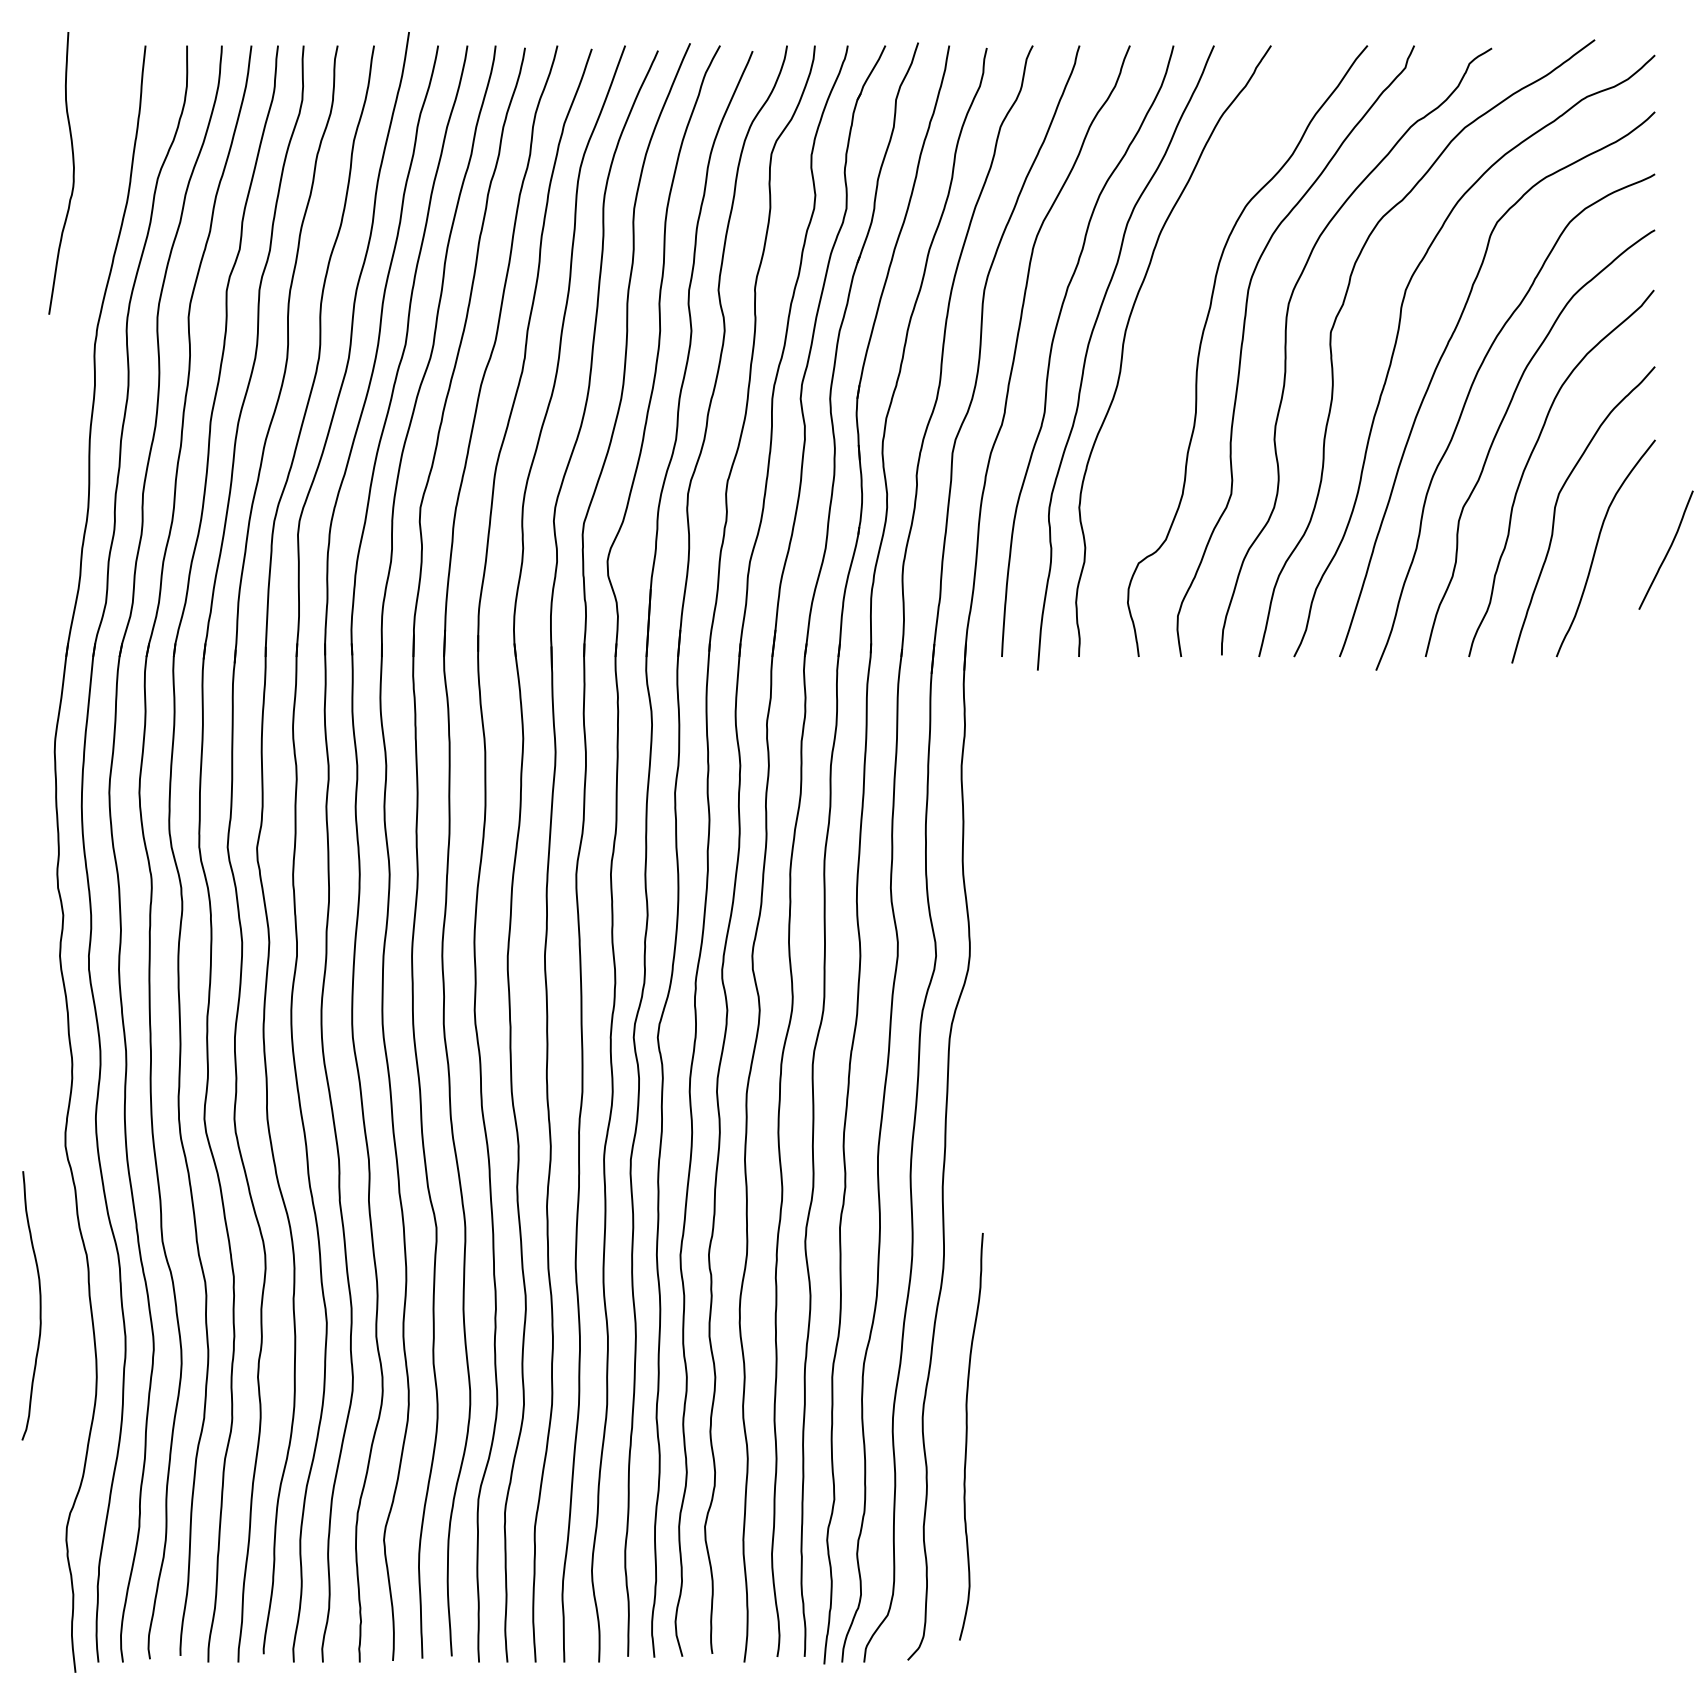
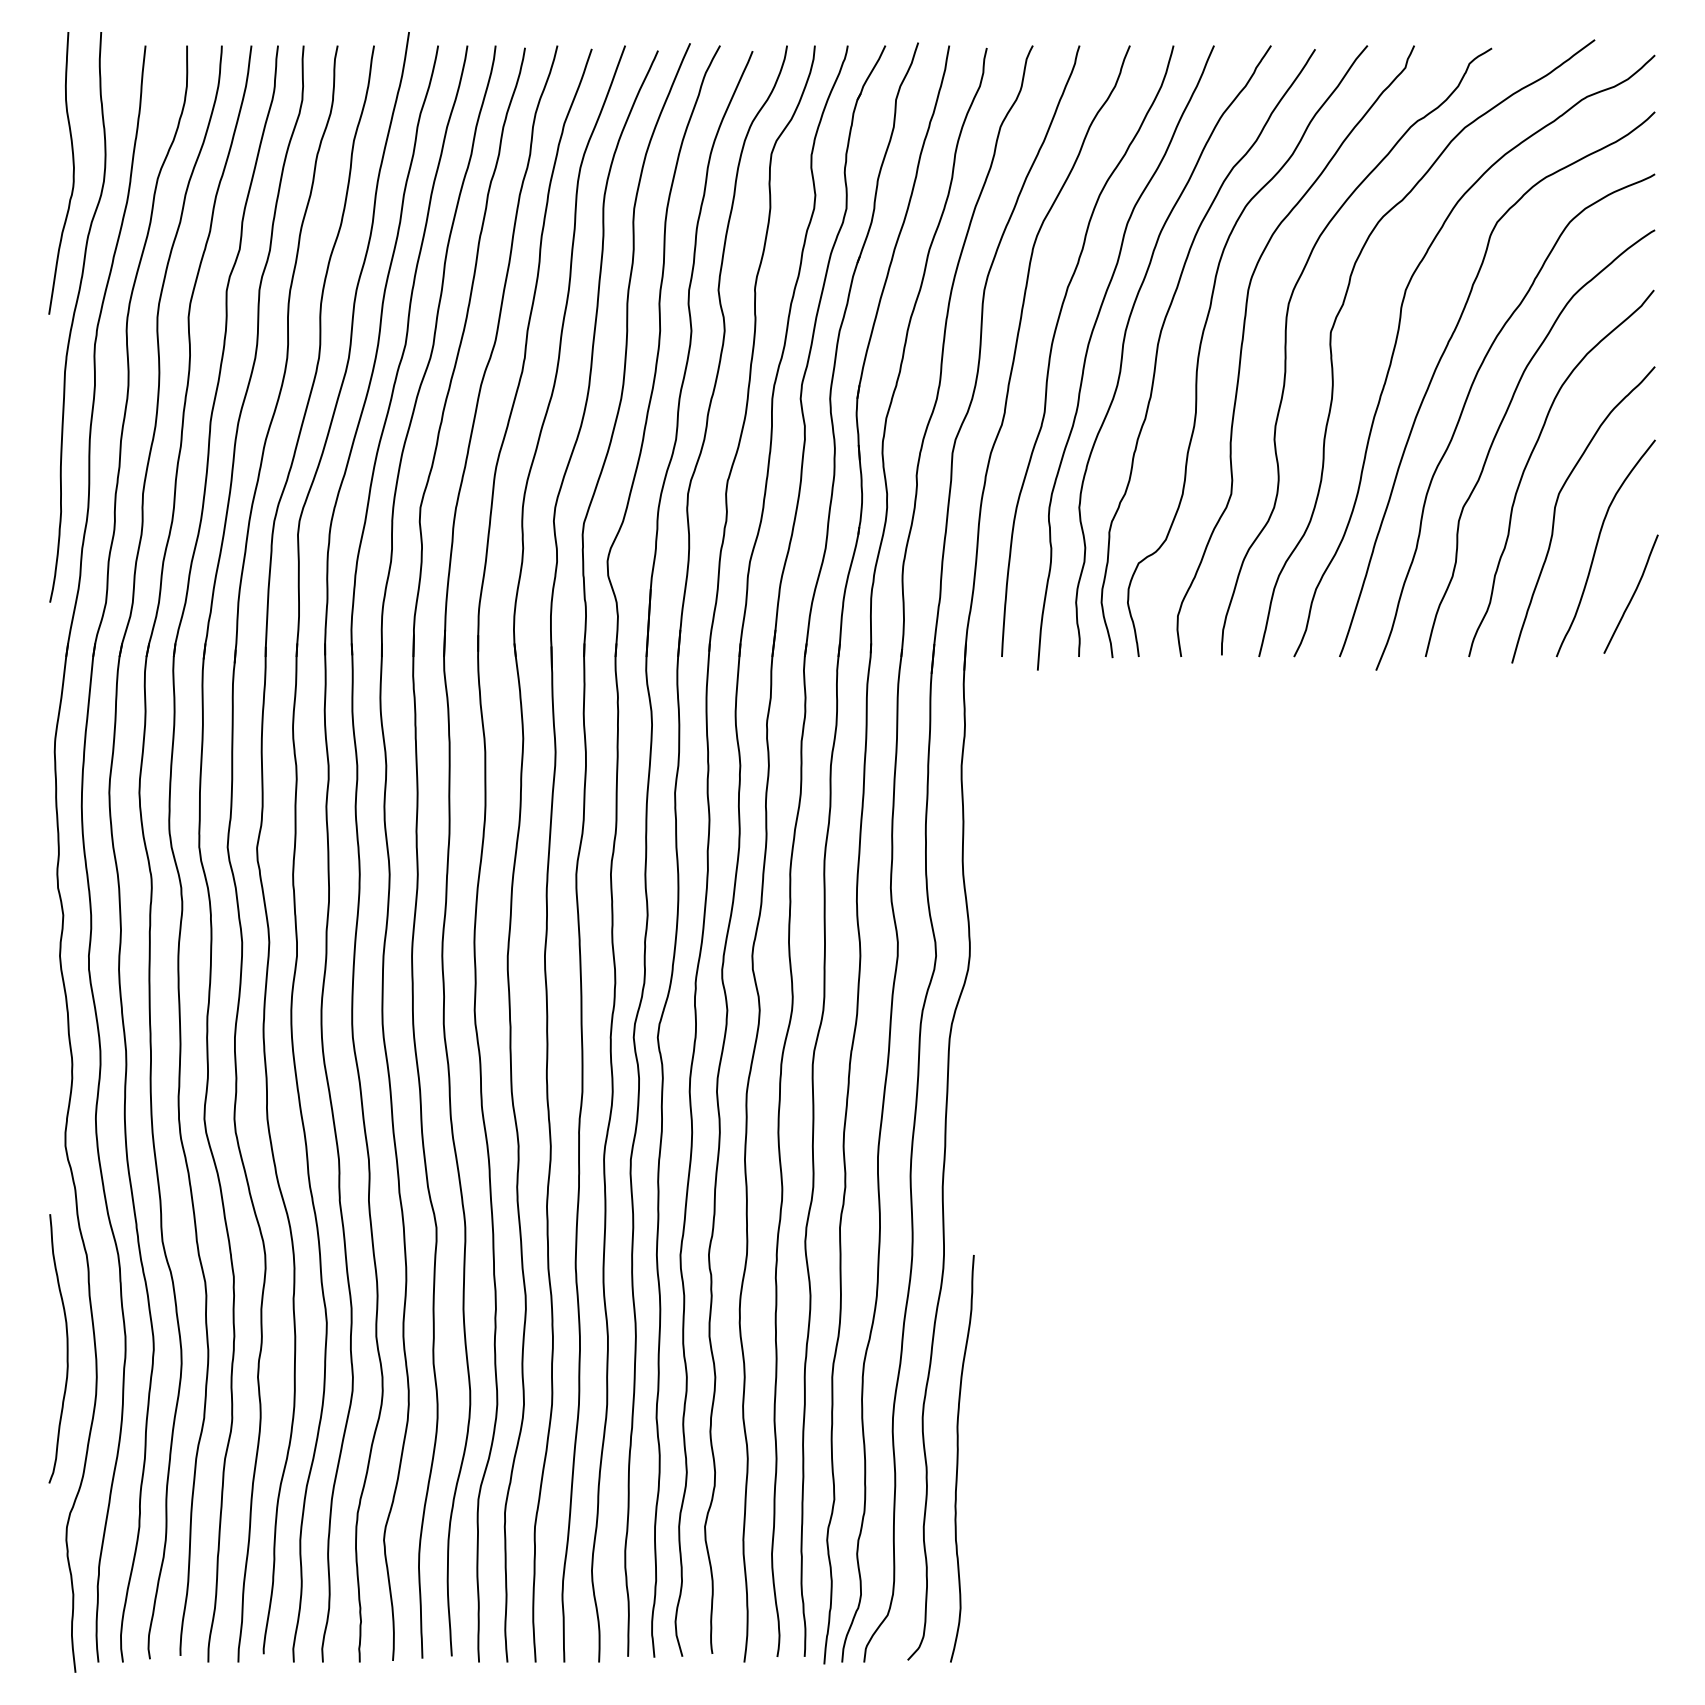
curve at (74, 317): none -> present
curve at (1159, 343): none -> present
curve at (1667, 550) position: (1667, 550) -> (1632, 594)
curve at (39, 1305) position: (39, 1305) -> (66, 1348)
curve at (967, 1436) position: (967, 1436) -> (958, 1458)
